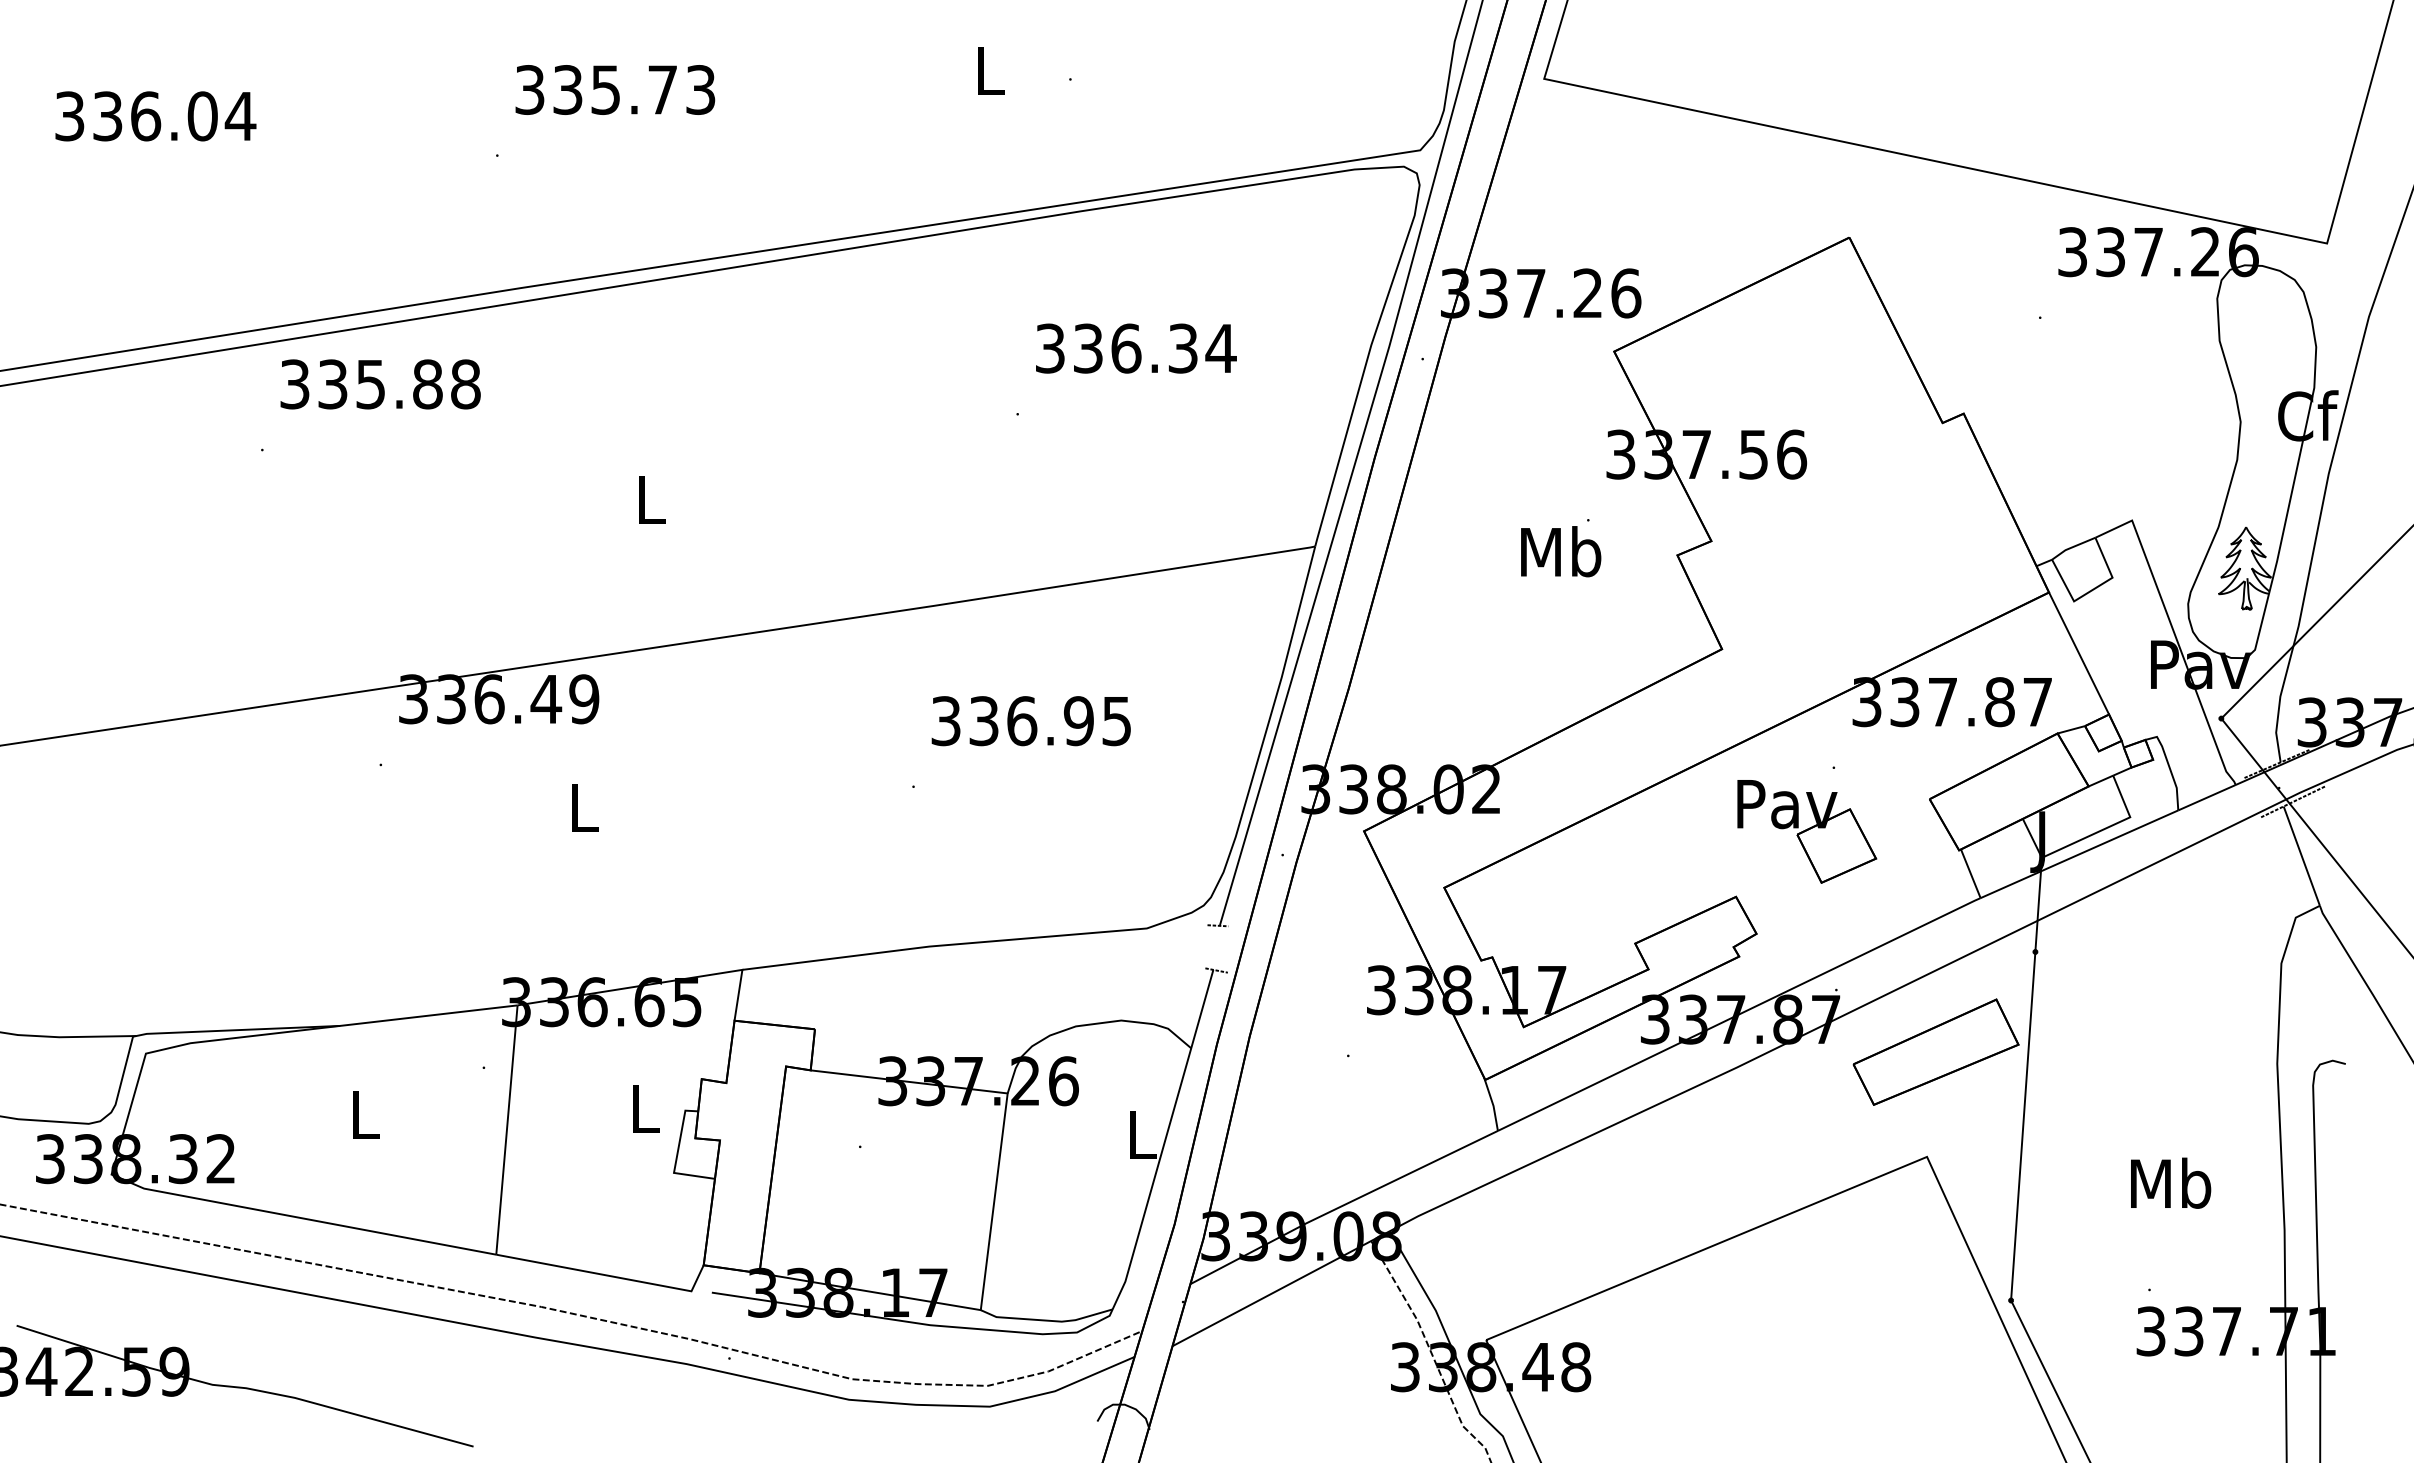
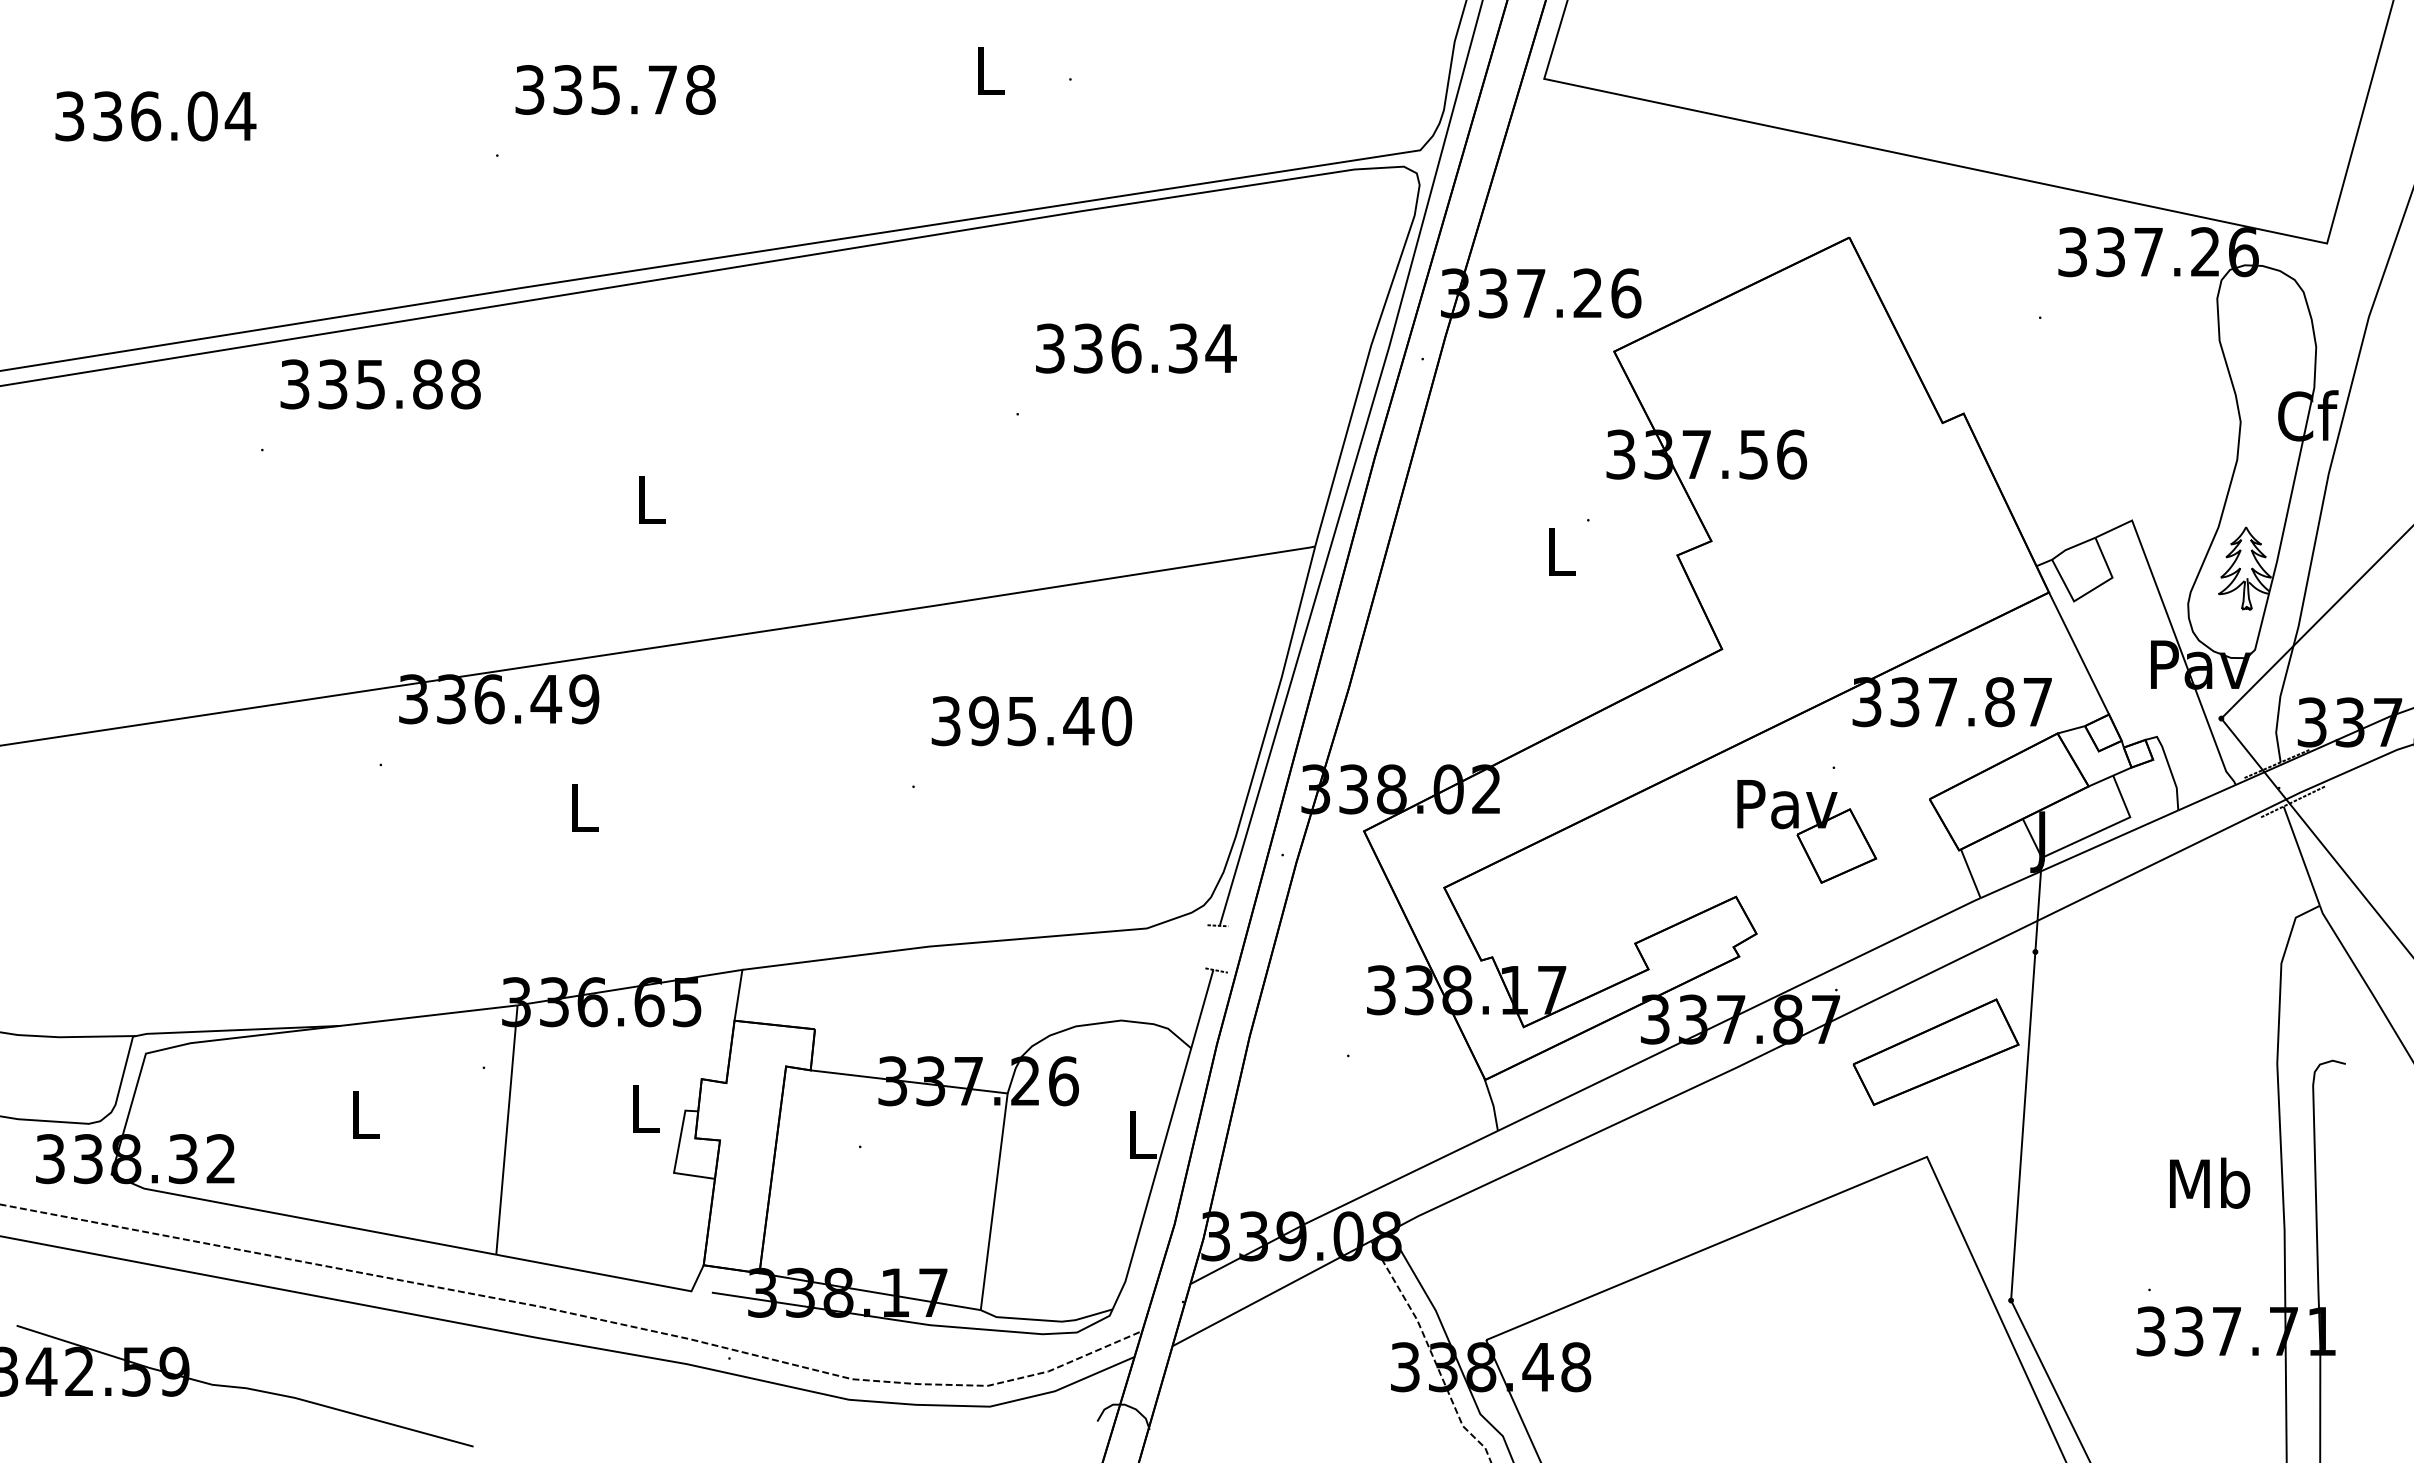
text at (700, 89): 335.73 -> 335.78
text at (1561, 551): Mb -> L
text at (1050, 721): 336.95 -> 395.40
text at (2171, 1182) position: (2171, 1182) -> (2210, 1182)
